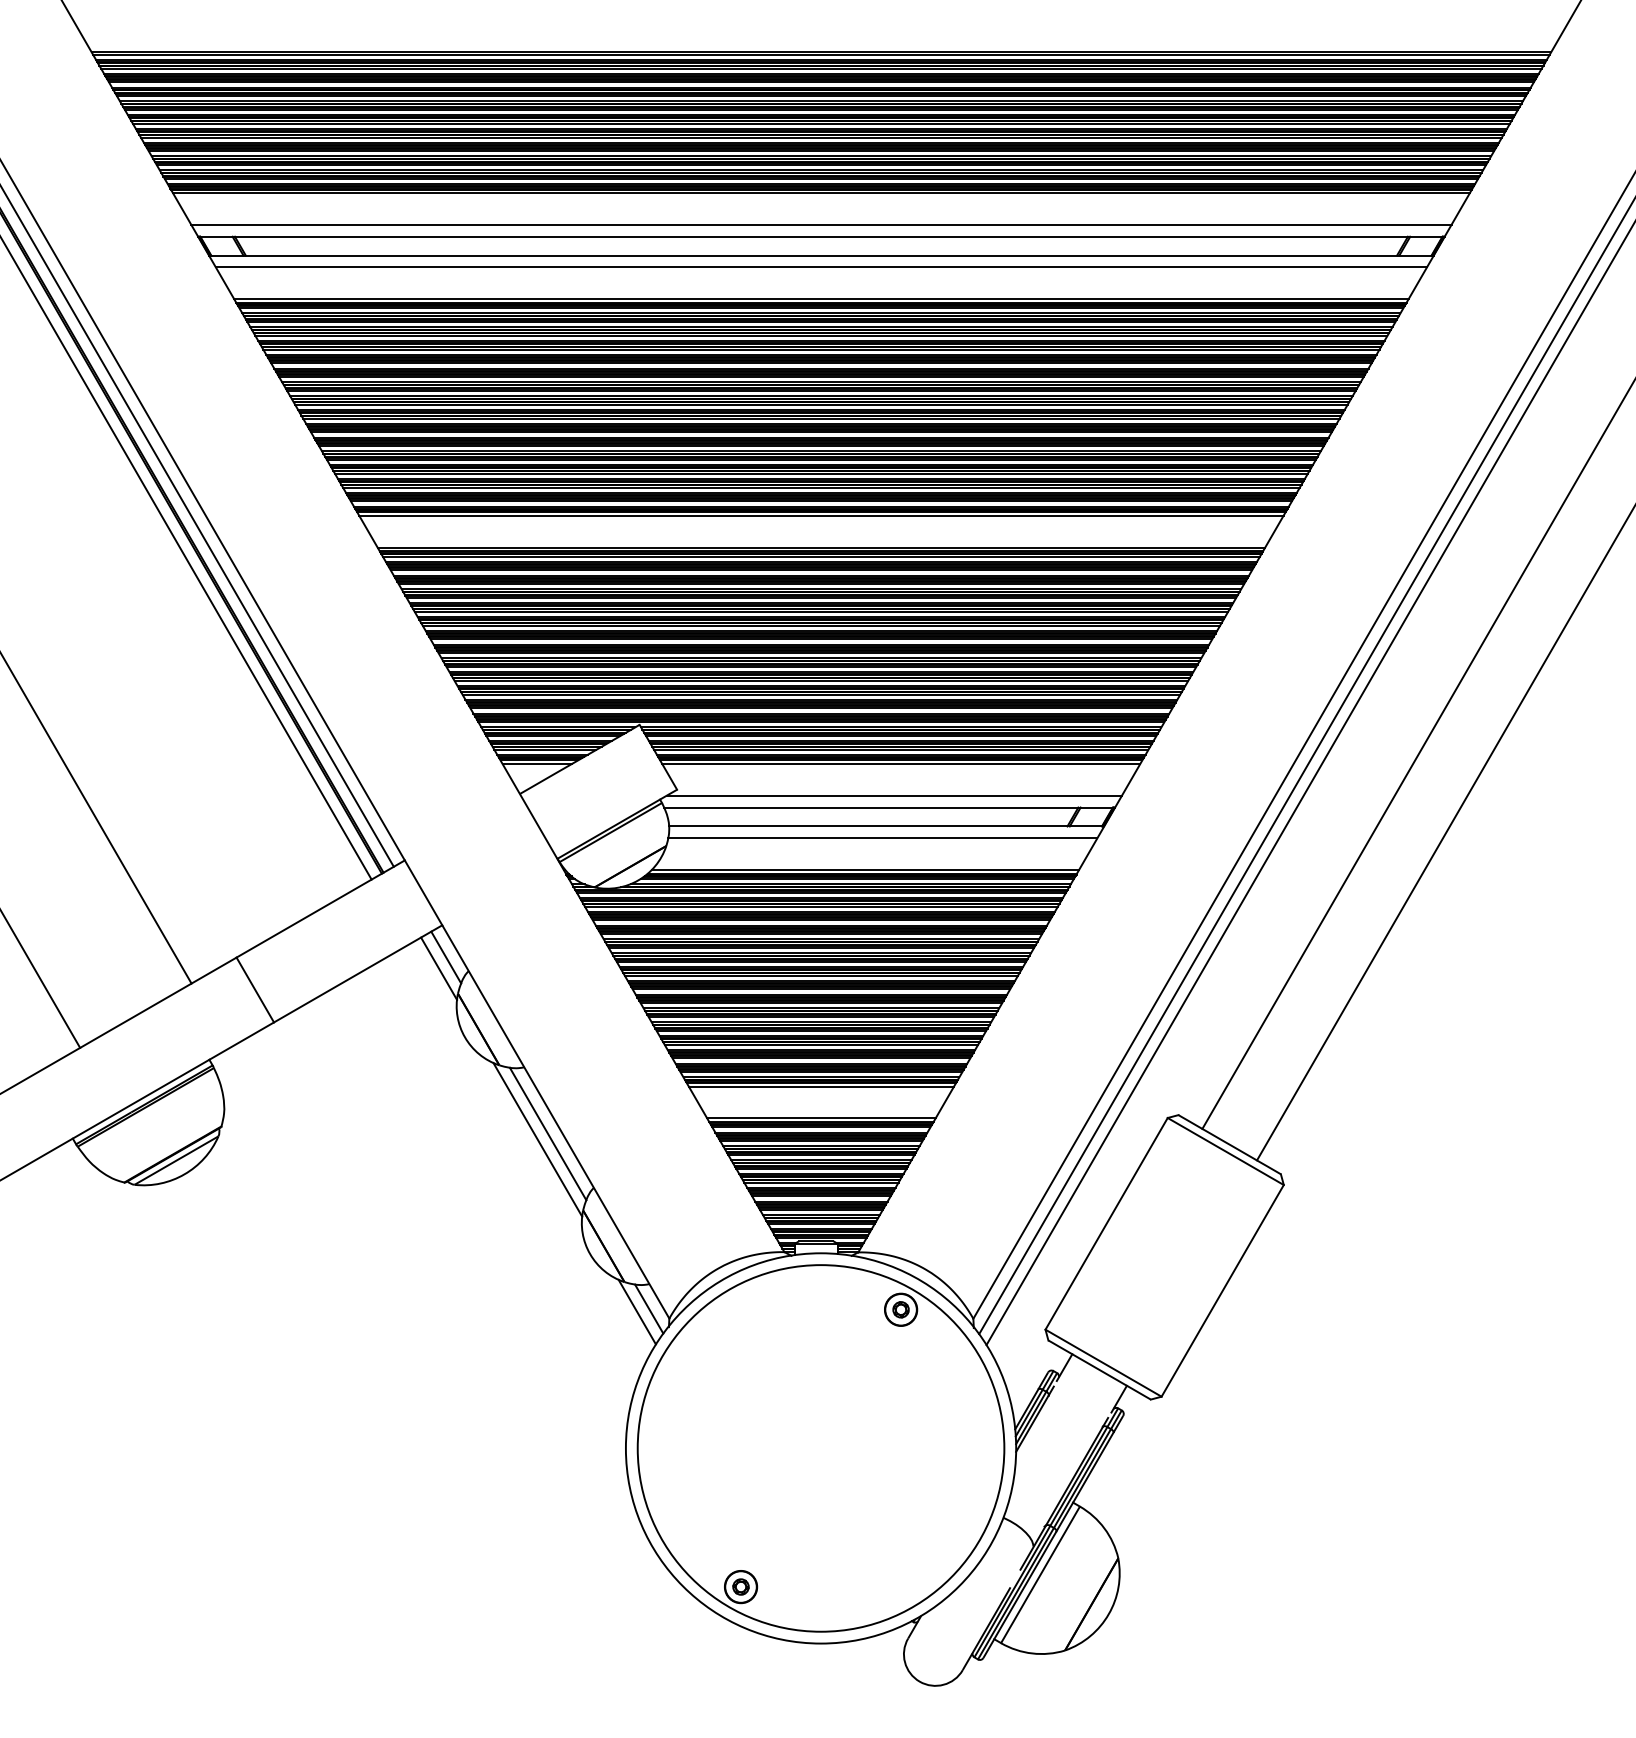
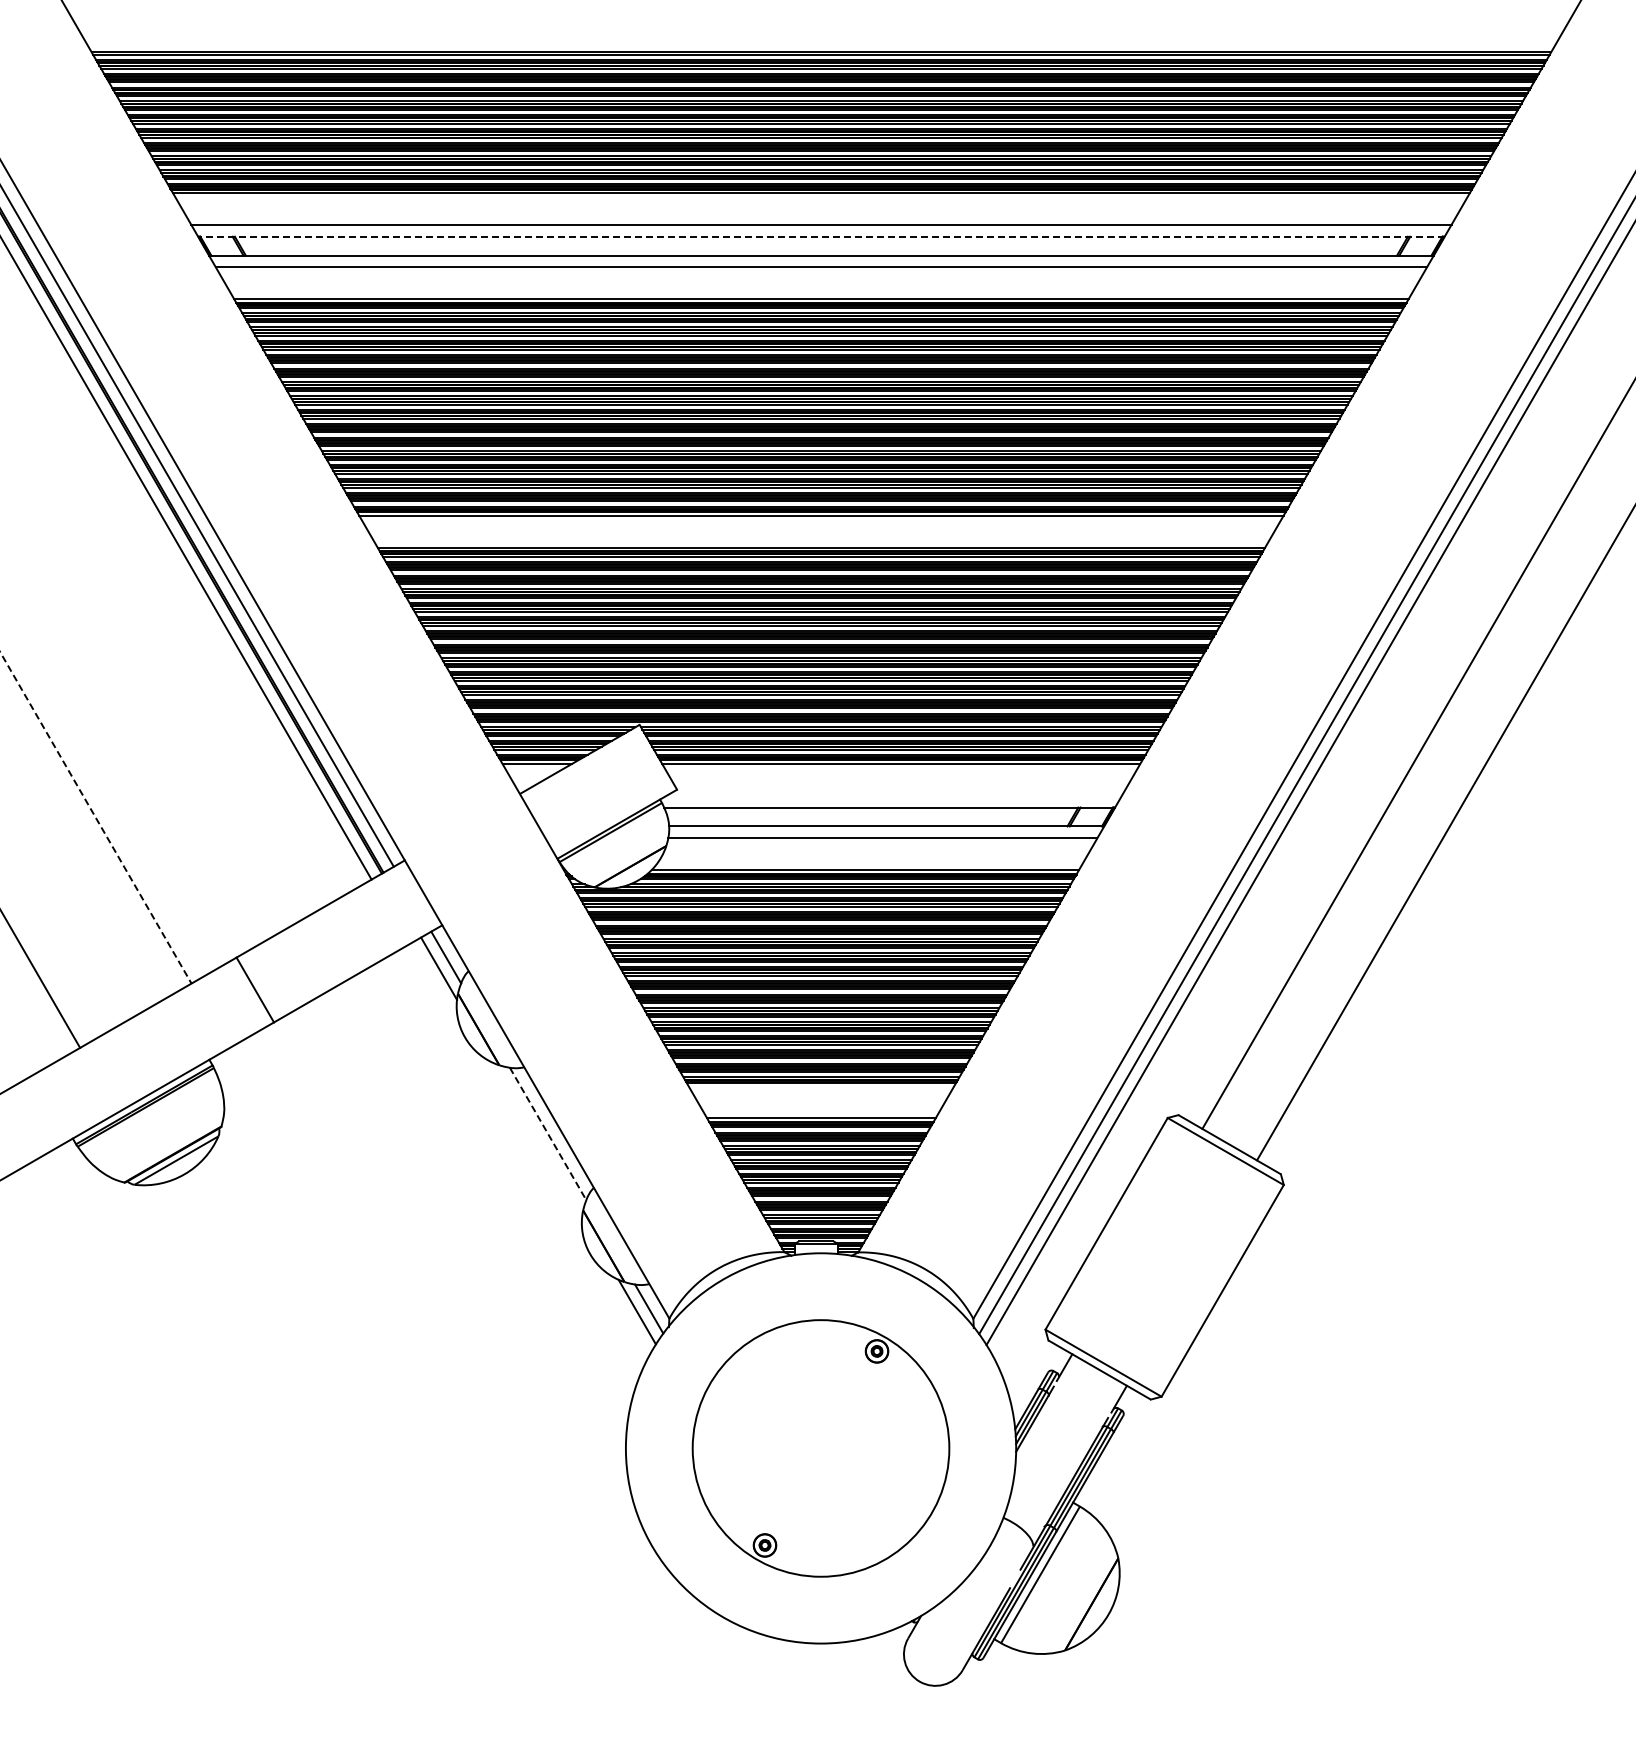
line at (820, 236): solid -> dashed
line at (893, 795): present -> none
line at (96, 818): solid -> dashed
line at (821, 1086): present -> none
line at (548, 1134): solid -> dashed
line at (537, 1139): present -> none
part at (820, 1448) size: 370x369 px -> 260x259 px
